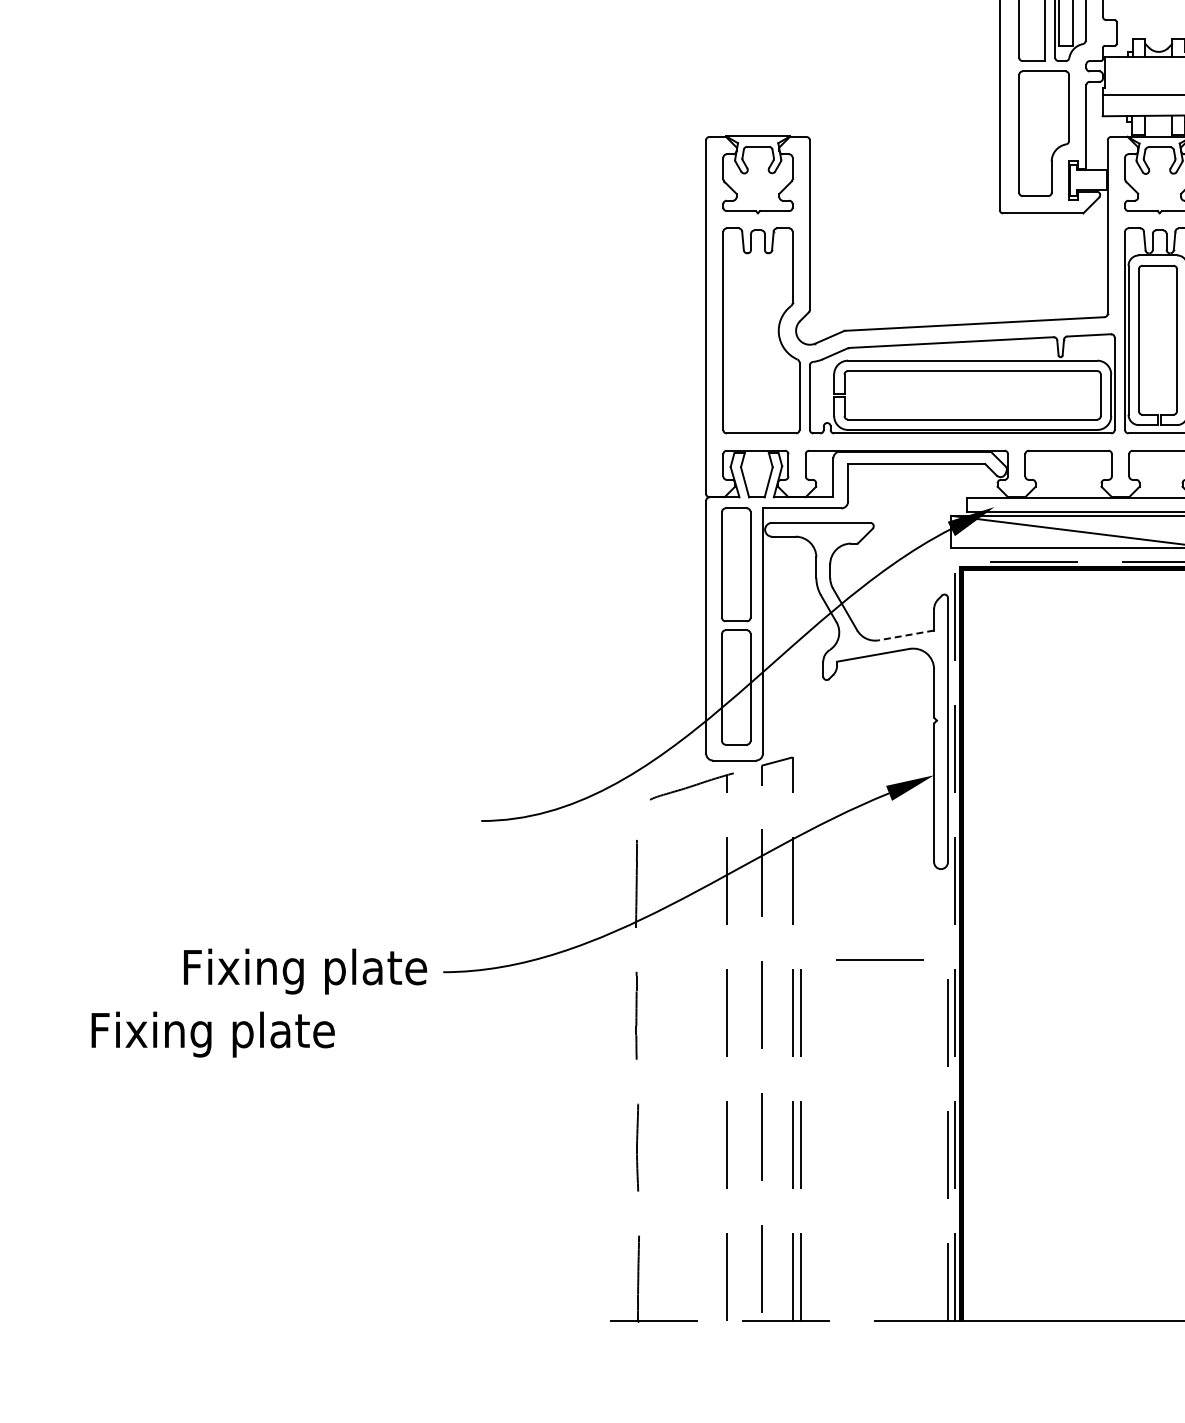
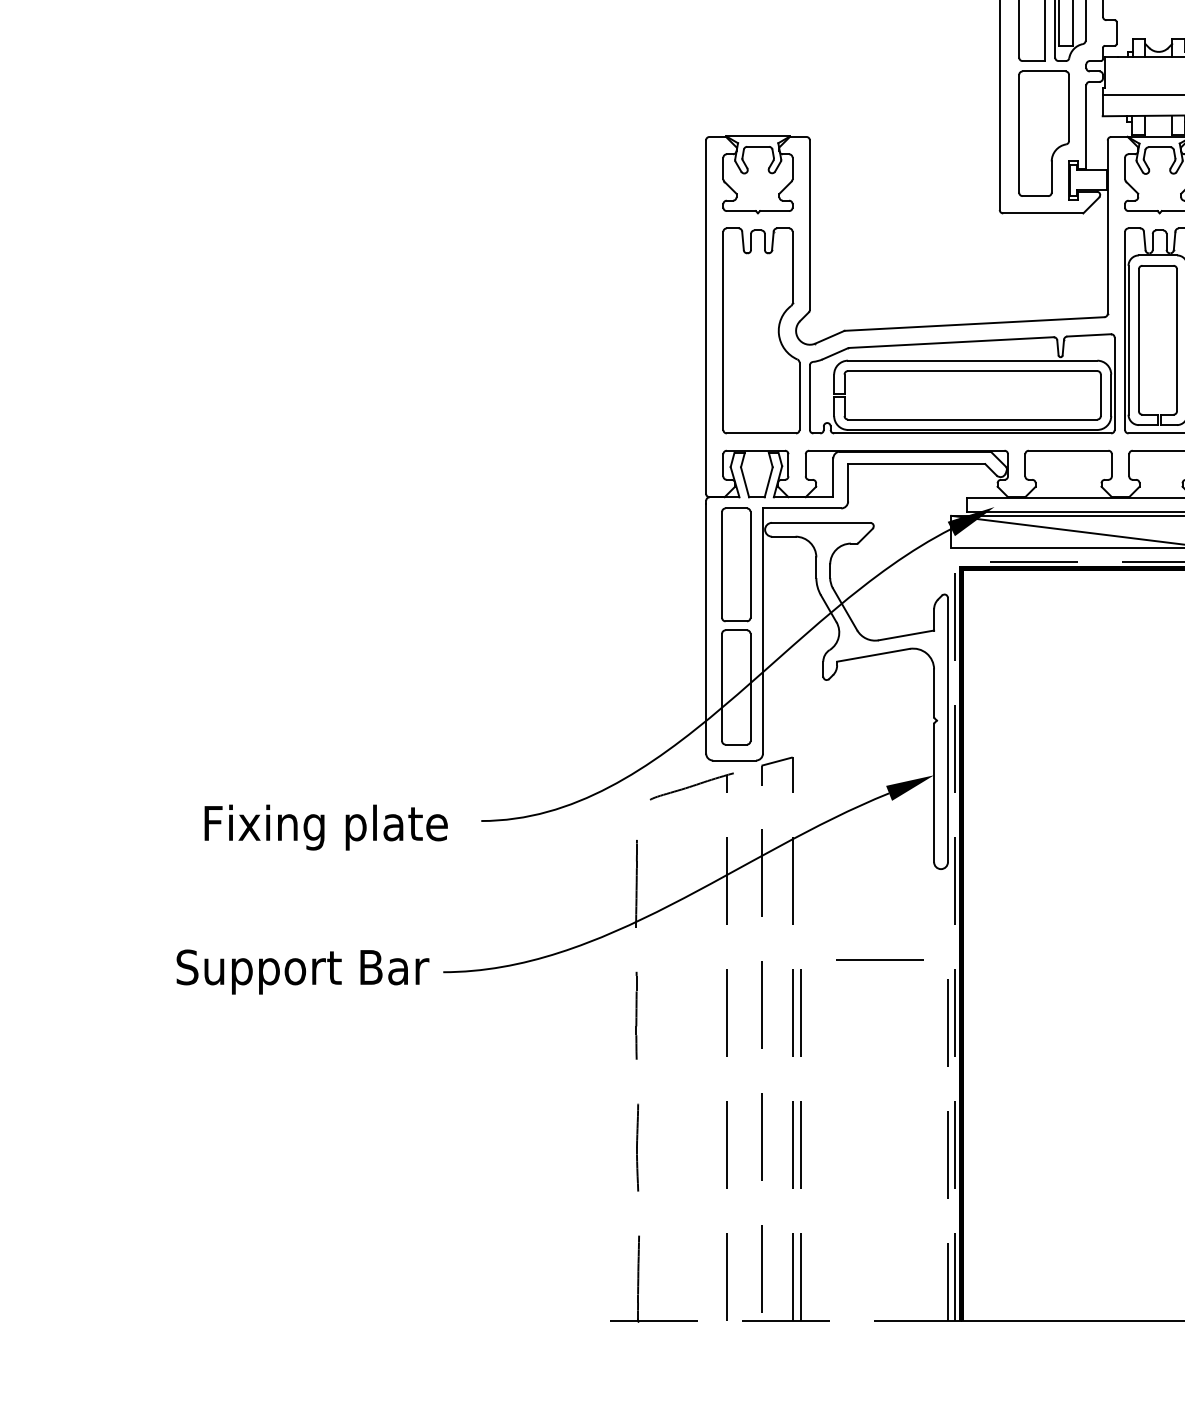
line at (905, 635): dashed -> solid
text at (302, 971): Fixing plate -> Support Bar
text at (212, 1034) position: (212, 1034) -> (325, 827)
